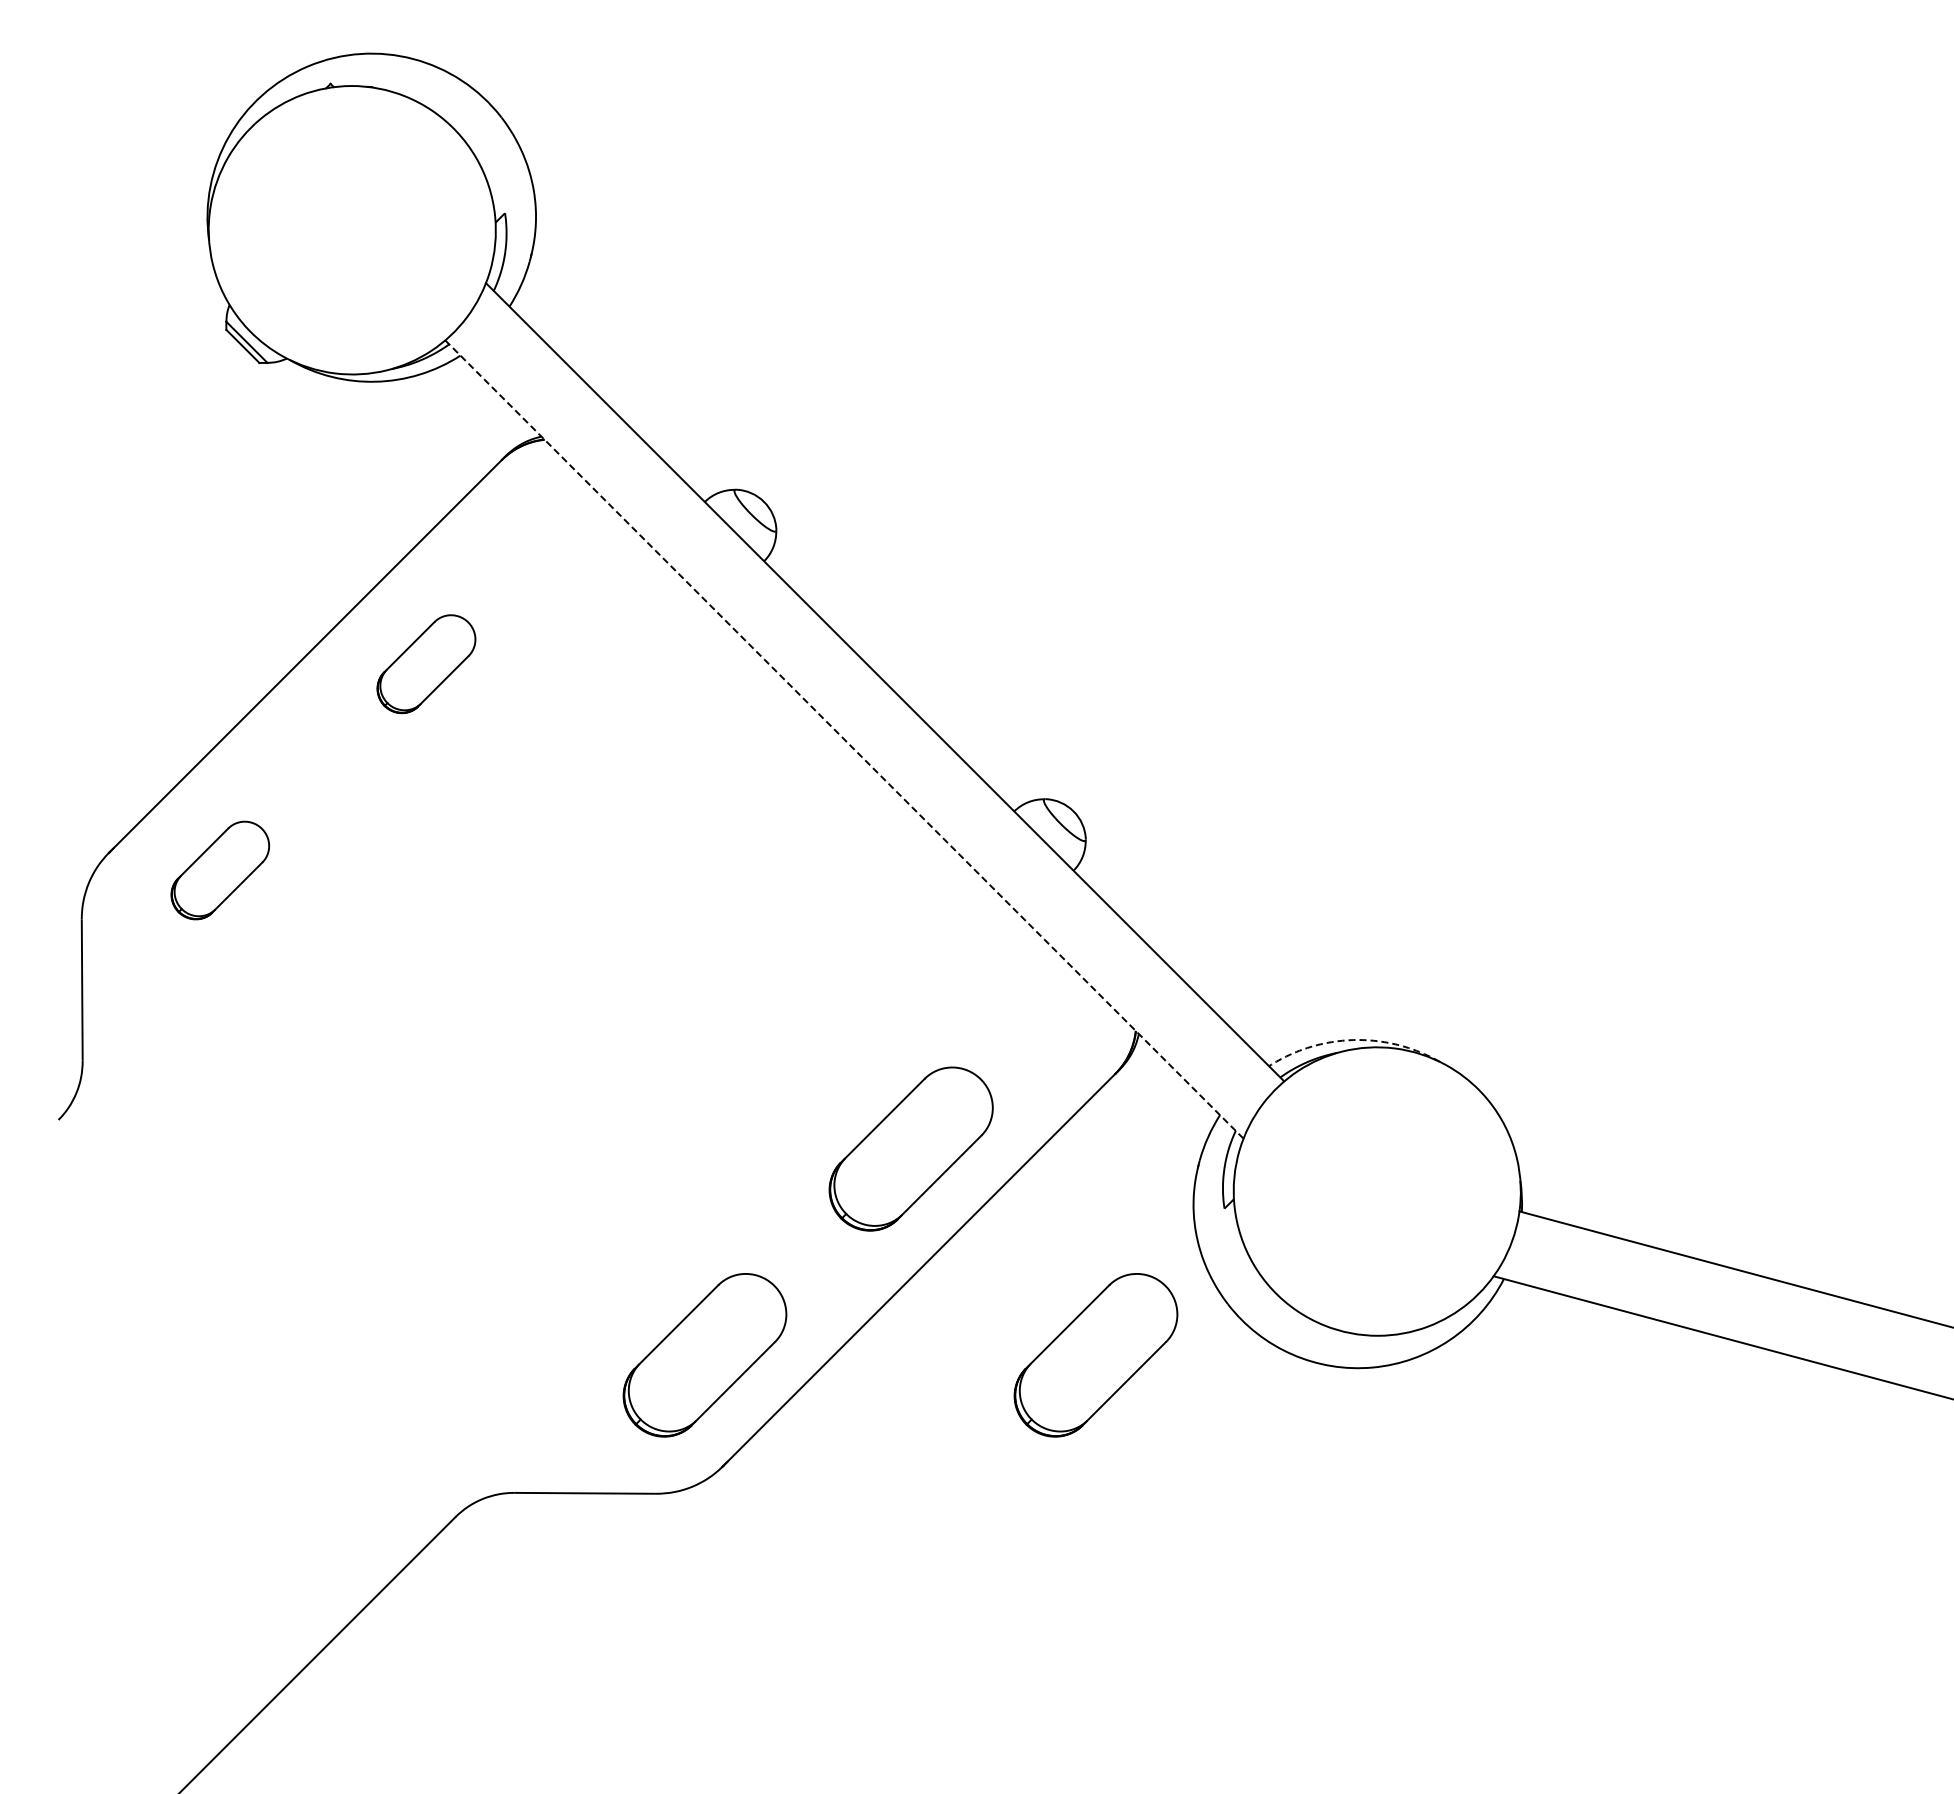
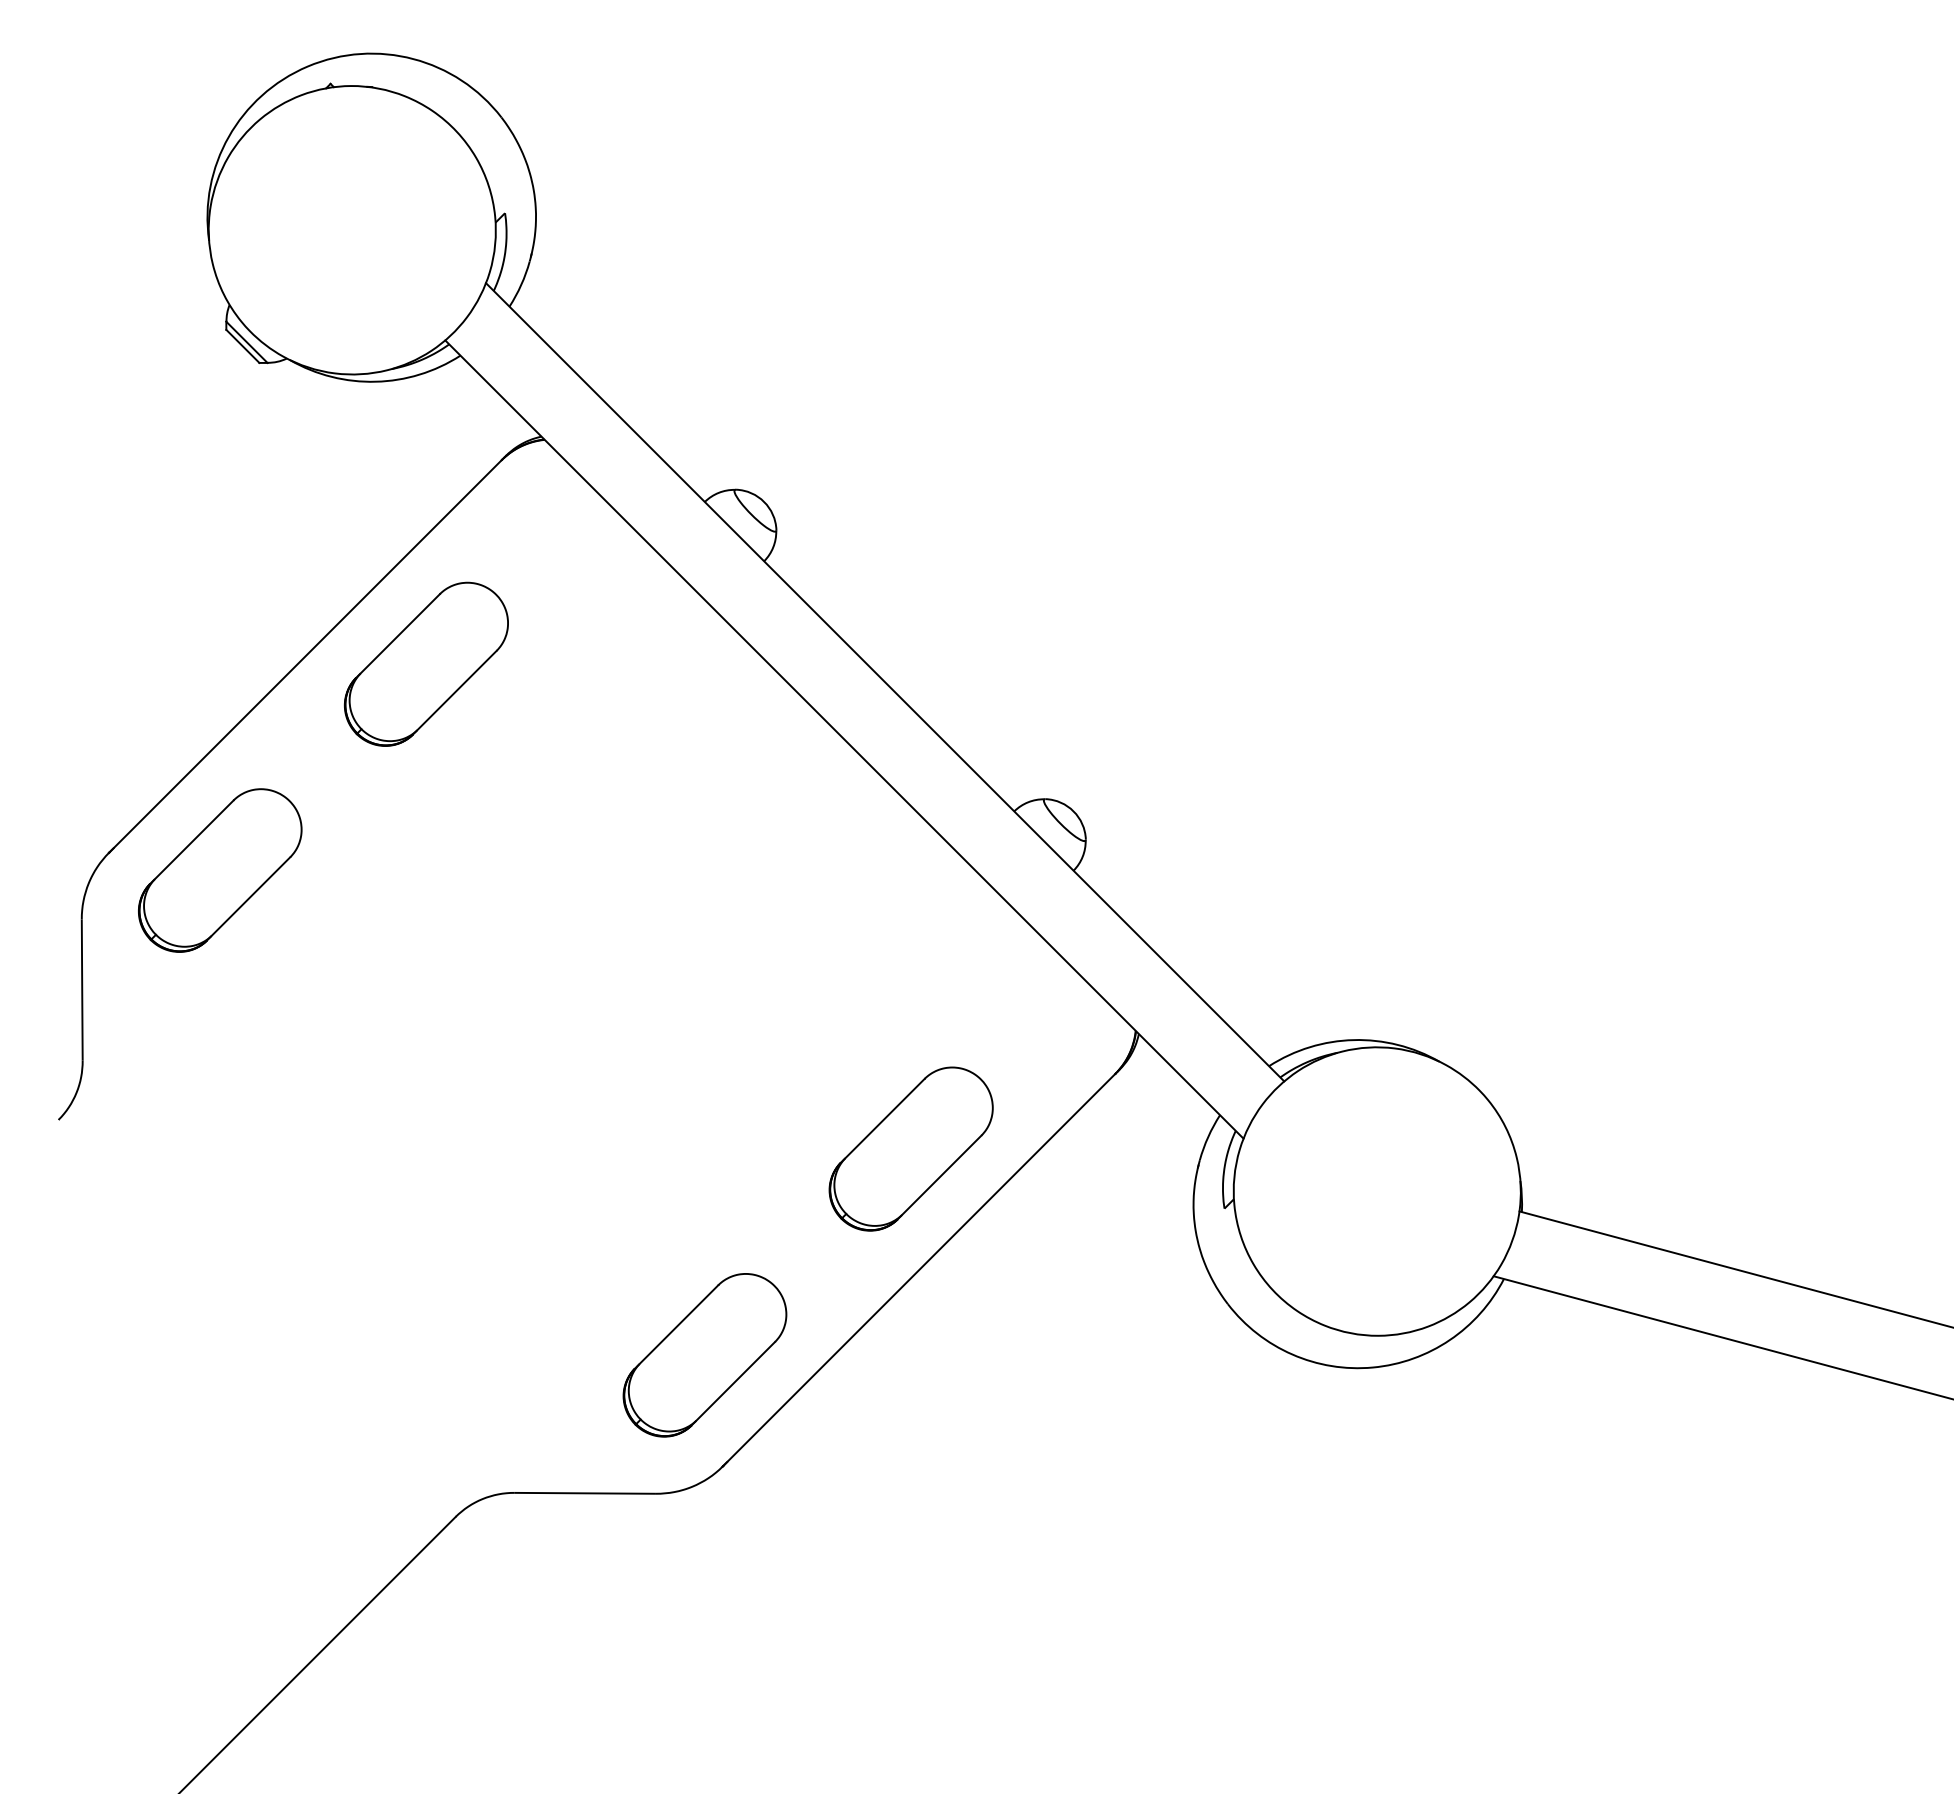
part at (426, 664) size: 101x101 px -> 165x166 px
line at (844, 739): dashed -> solid
part at (220, 870) size: 101x101 px -> 165x165 px
arc at (1353, 1040): dashed -> solid
part at (1095, 1355): present -> none
